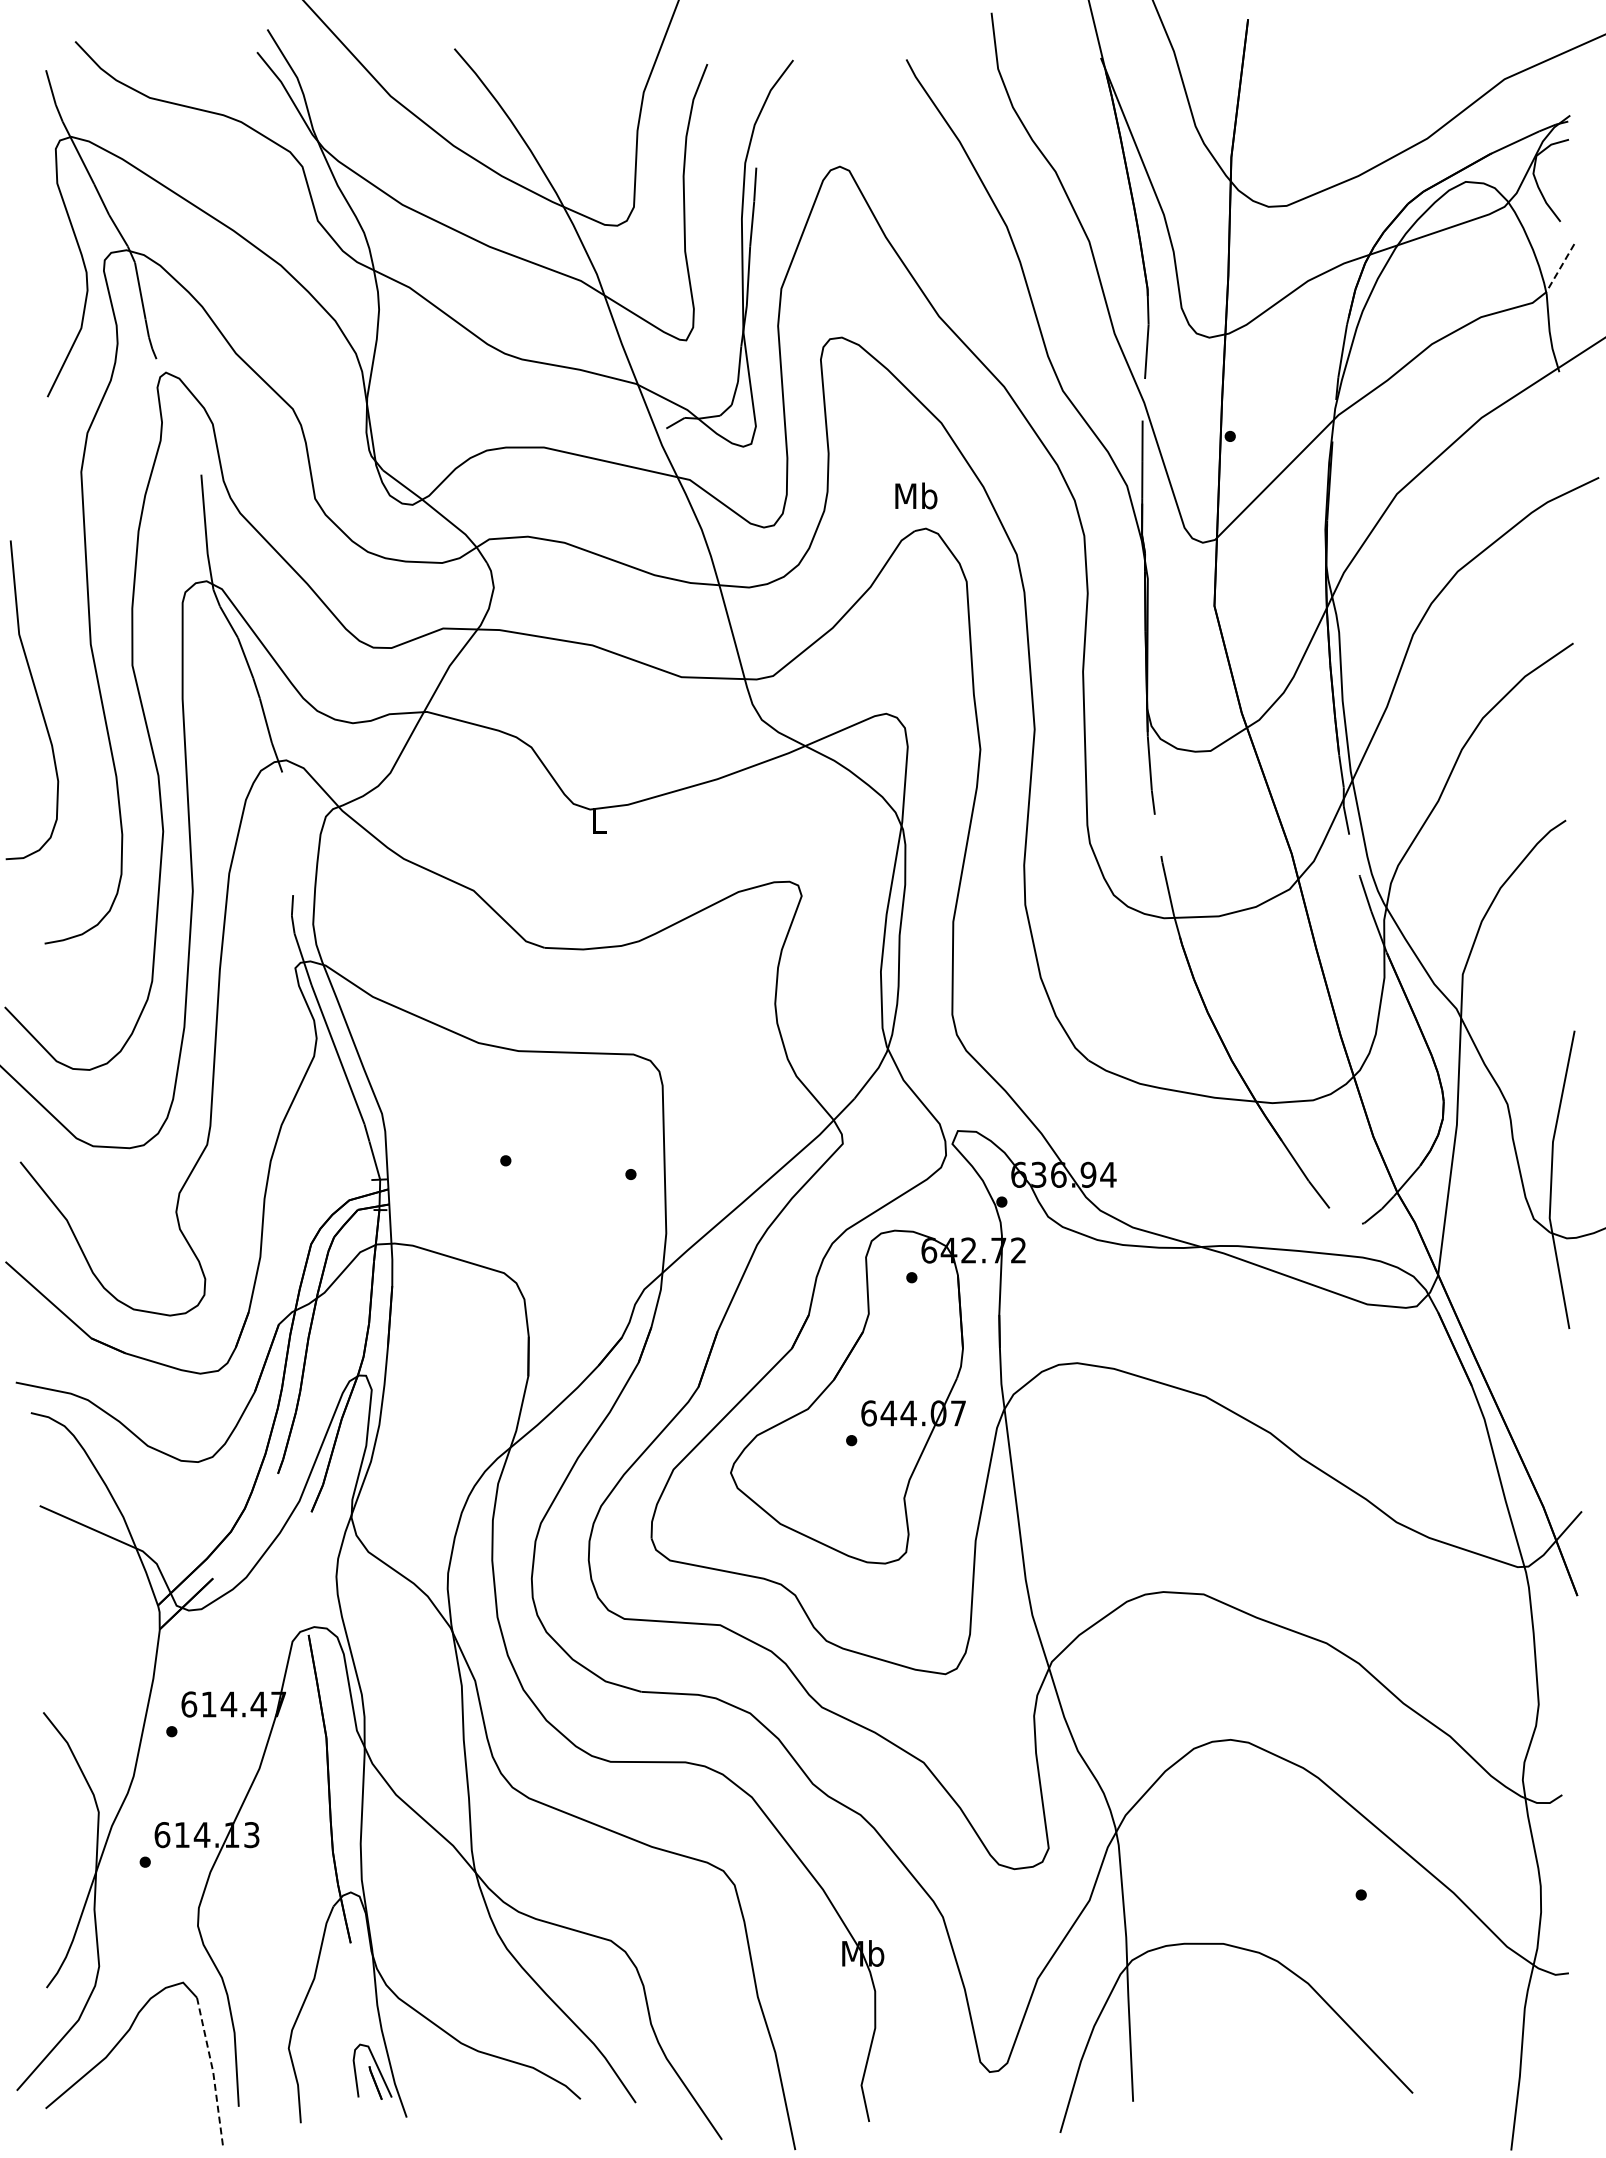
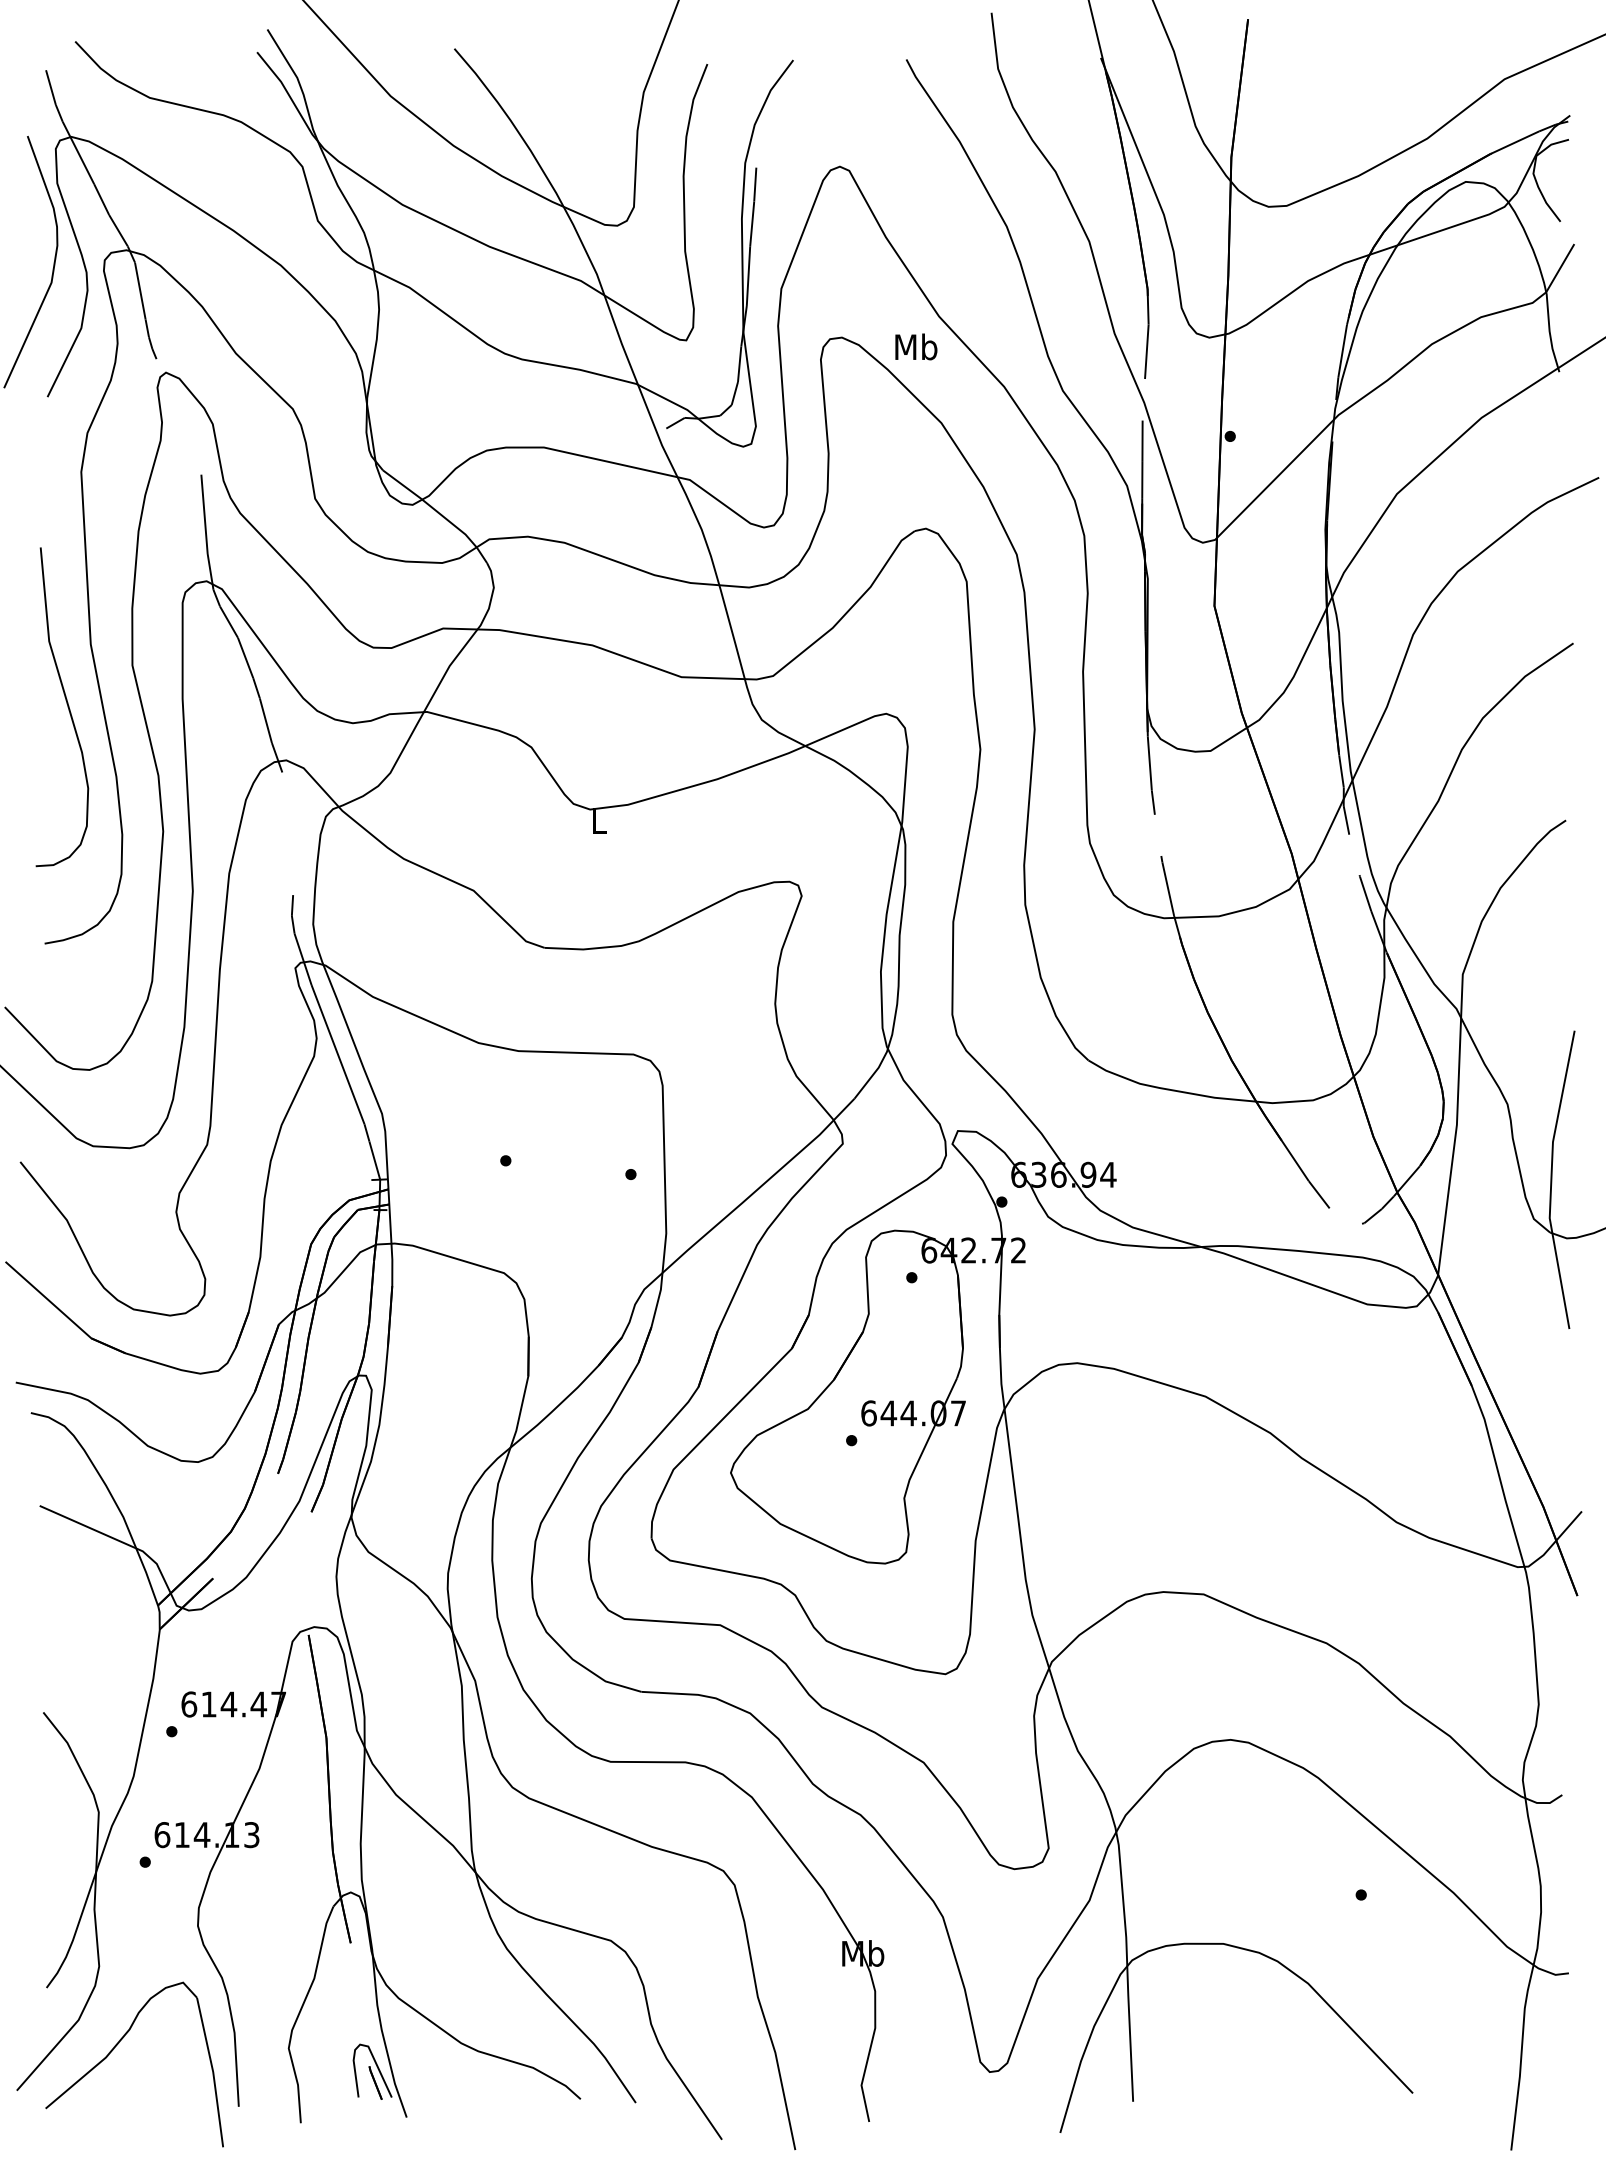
curve at (52, 268): none -> present
line at (1560, 268): dashed -> solid
text at (916, 495) position: (916, 495) -> (916, 346)
curve at (36, 697) position: (36, 697) -> (66, 704)
line at (213, 2072): dashed -> solid
